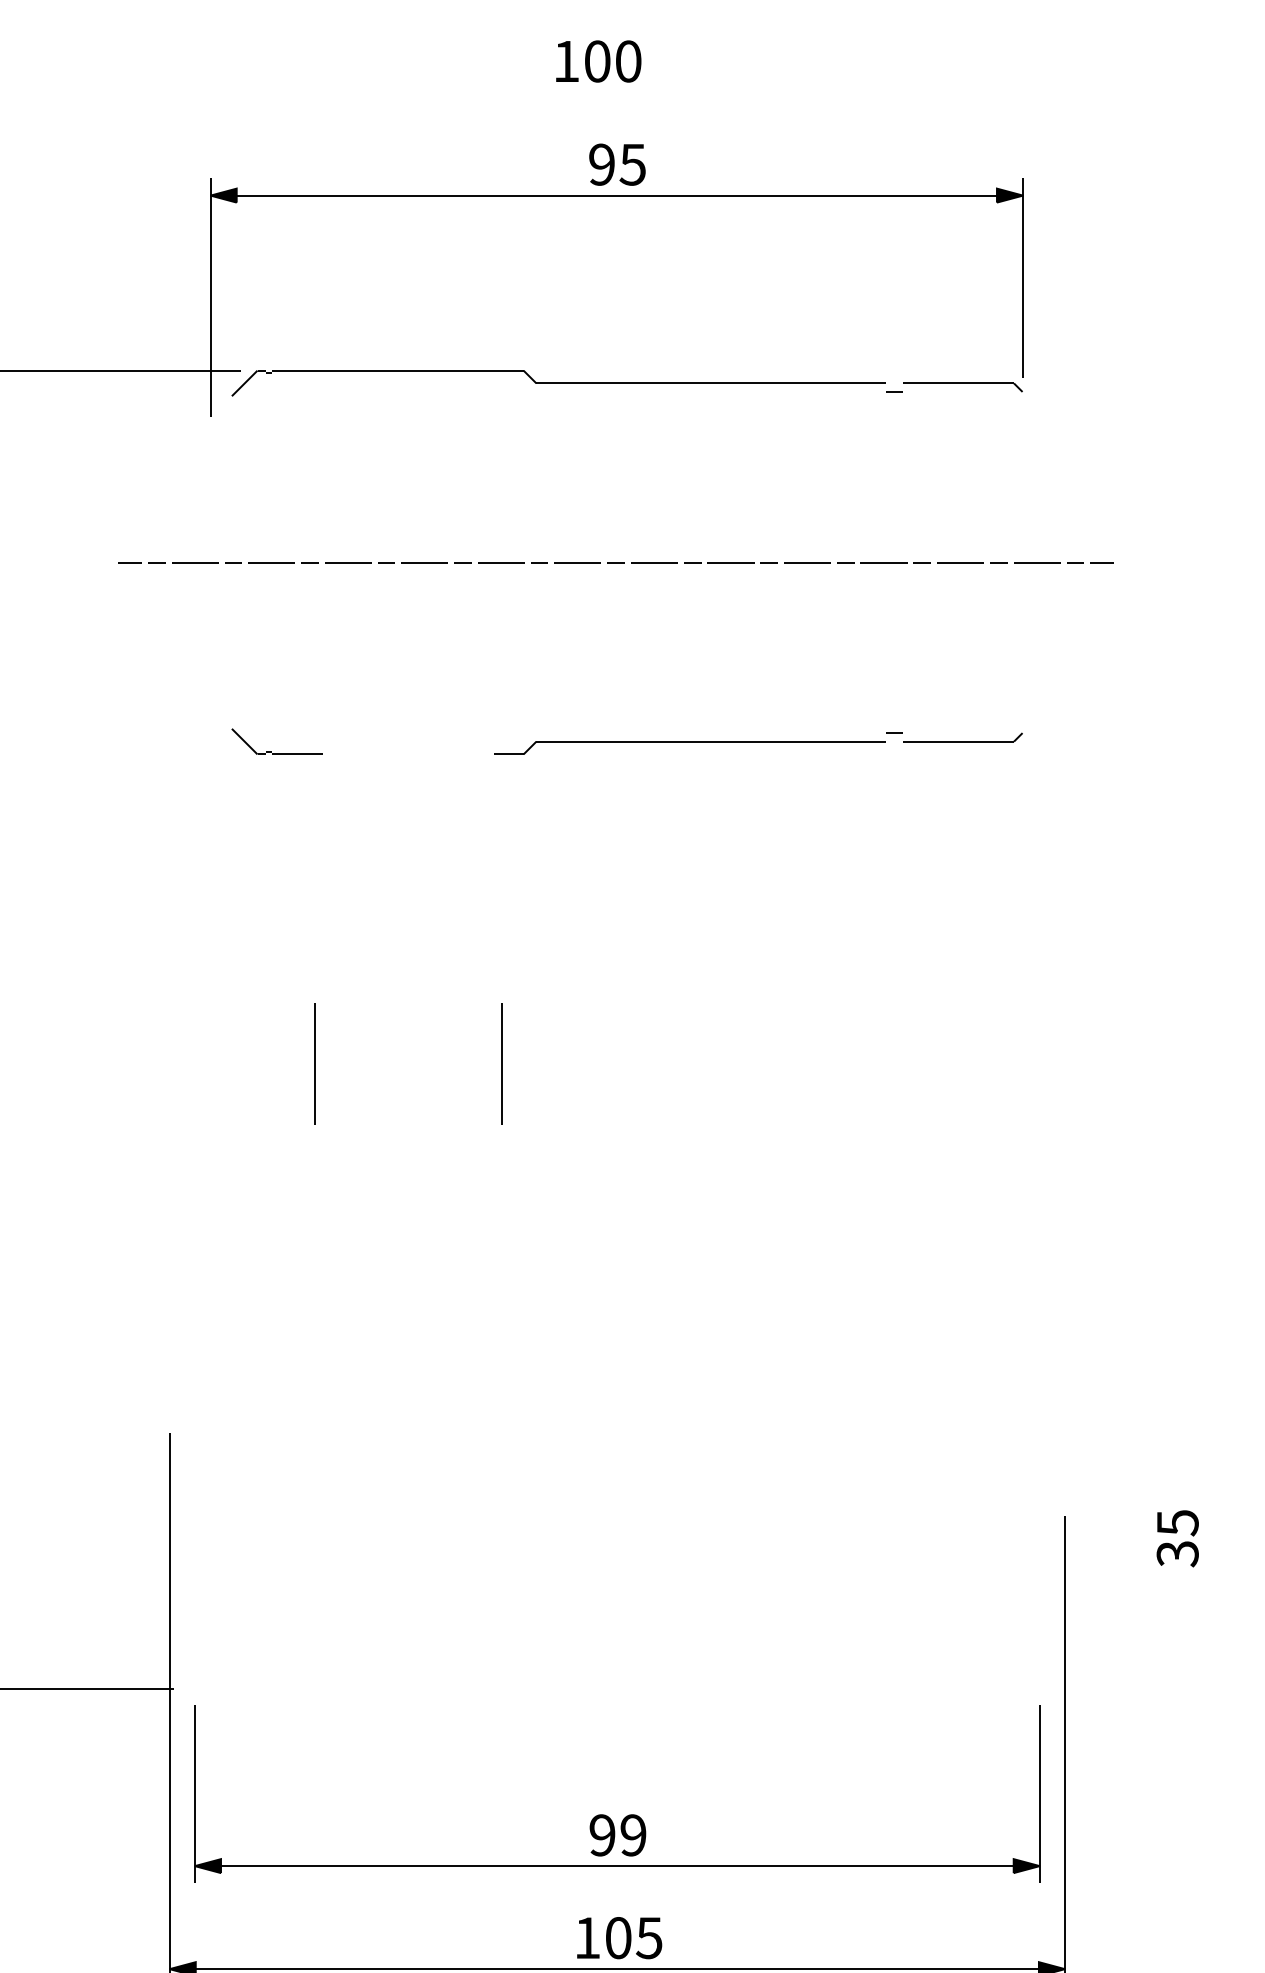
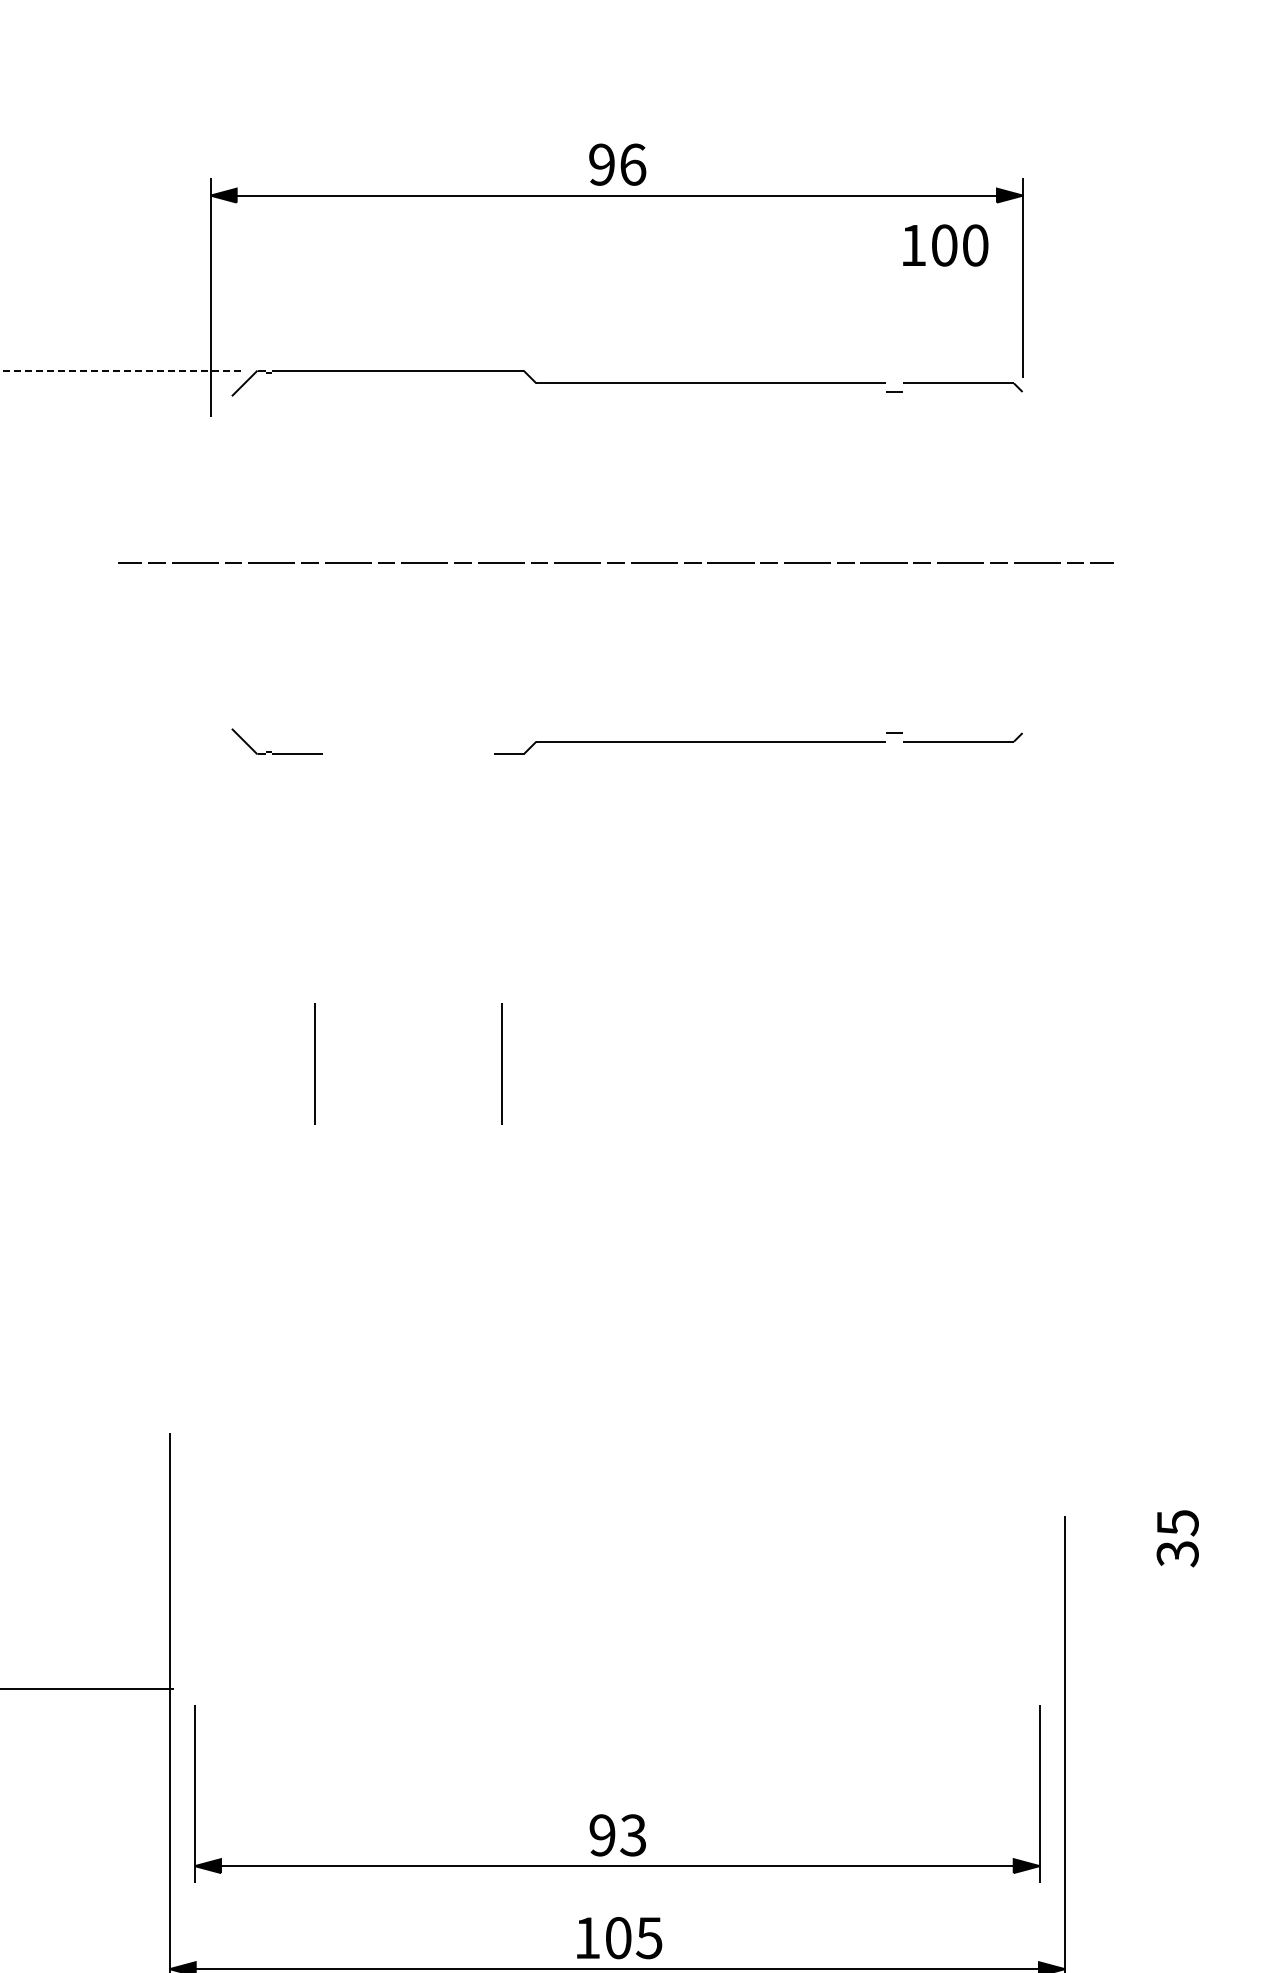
text at (598, 61) position: (598, 61) -> (945, 245)
text at (632, 164): 95 -> 96
line at (119, 370): solid -> dashed
text at (633, 1835): 99 -> 93
